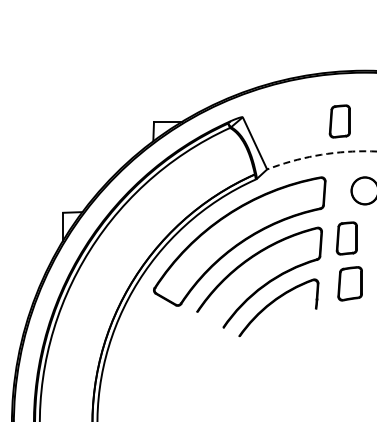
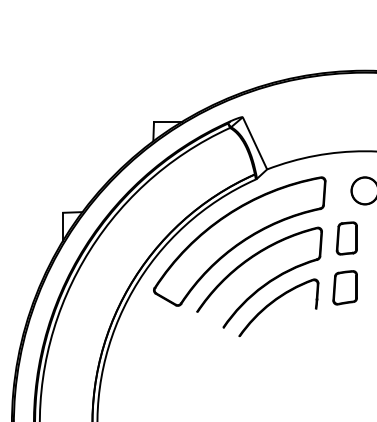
part at (339, 121): present -> none
arc at (321, 154): dashed -> solid
part at (349, 283) position: (349, 283) -> (344, 287)
